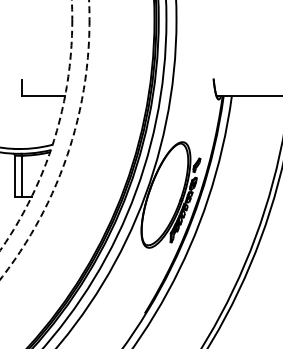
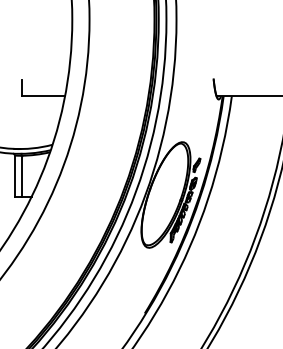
circle at (36, 125): dashed -> solid
circle at (44, 139): dashed -> solid
